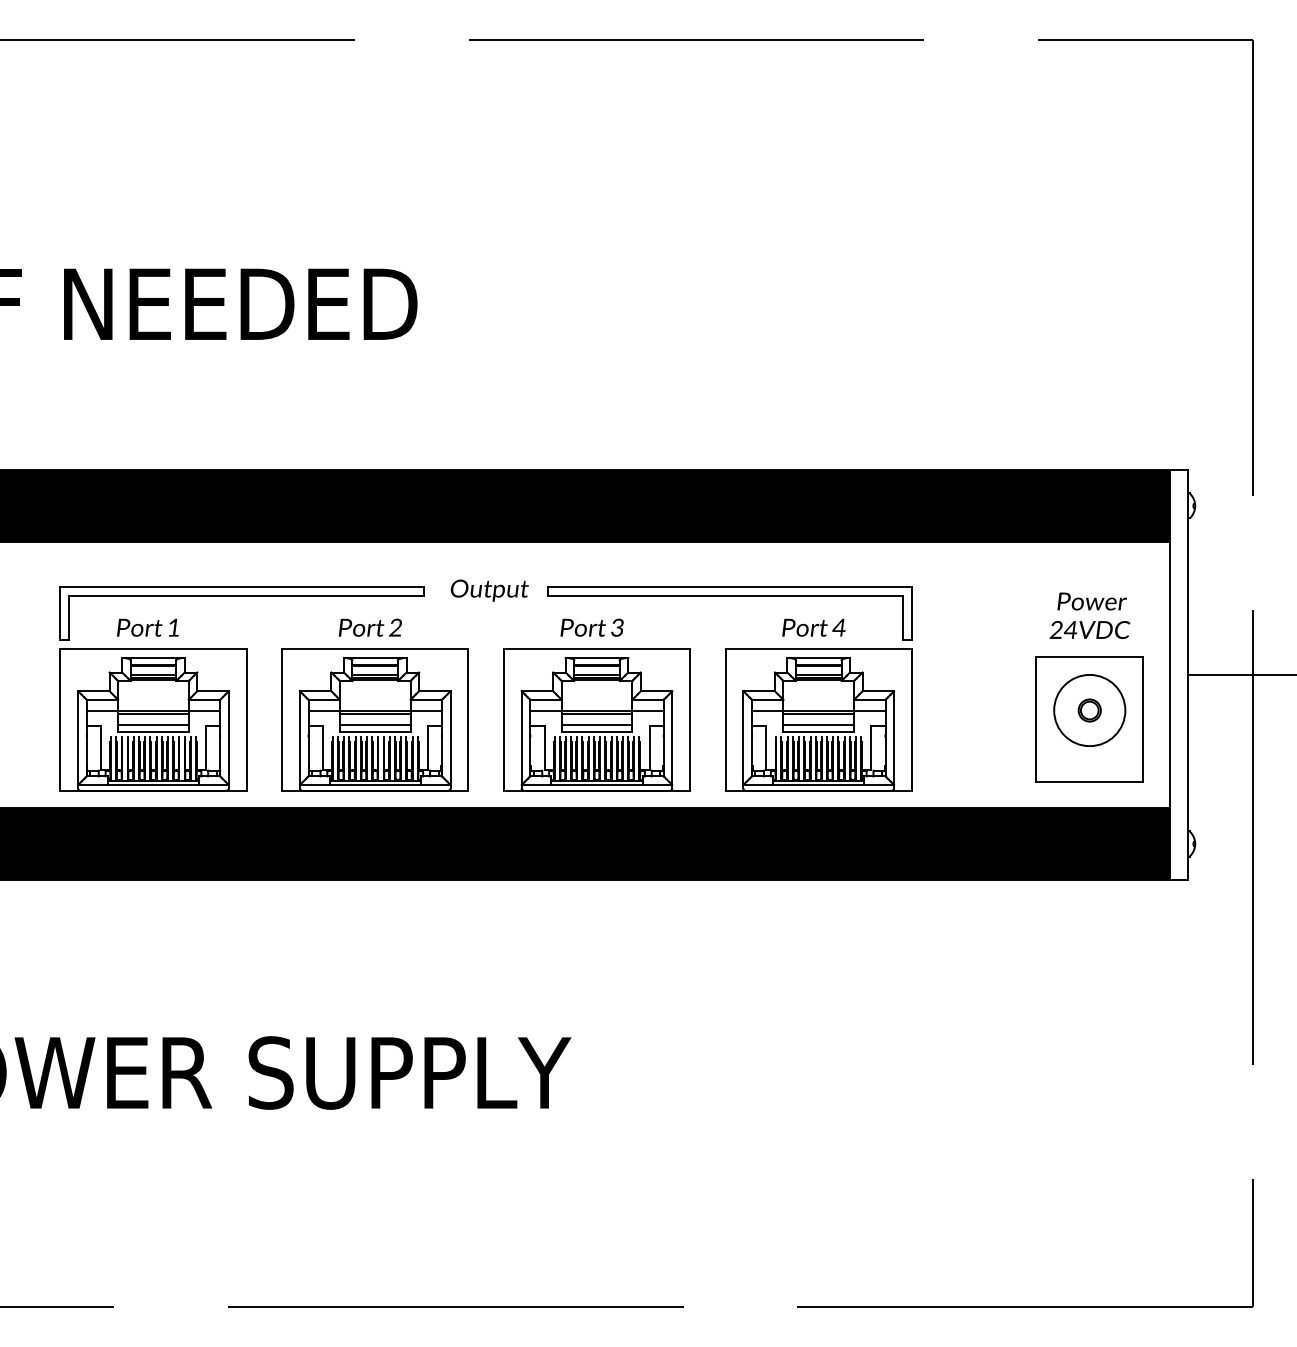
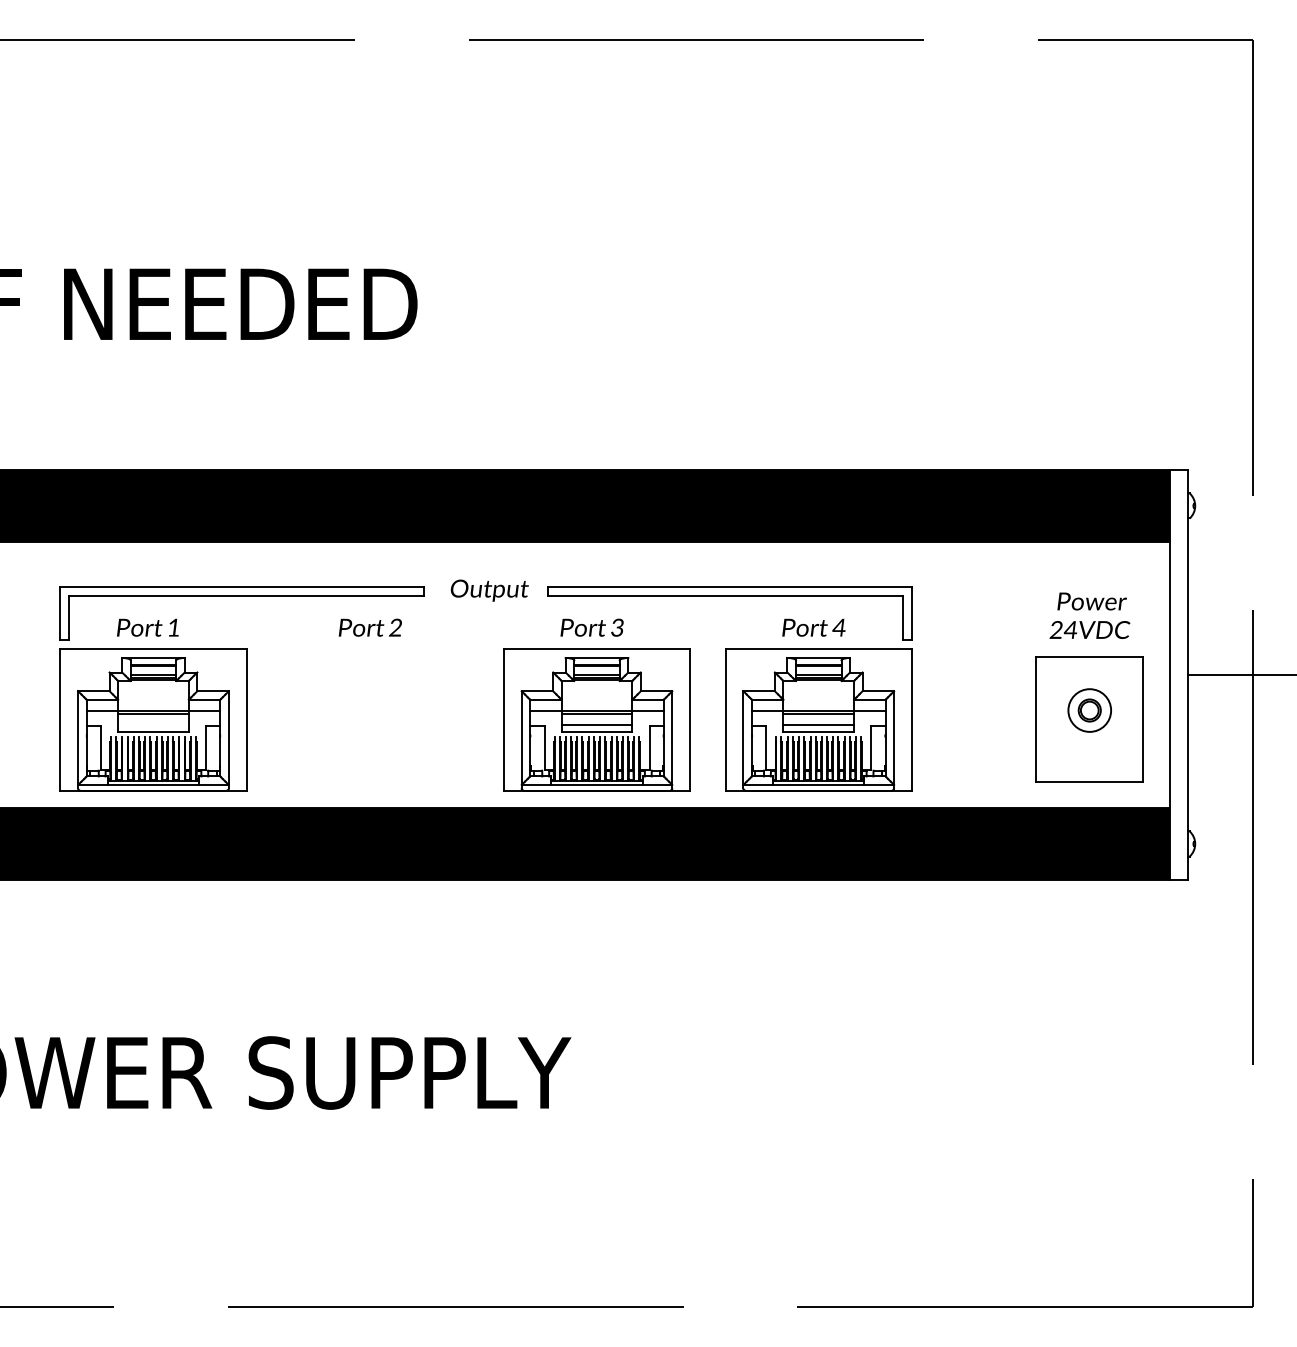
circle at (1089, 710) diameter: 71 px -> 43 px
part at (374, 719): present -> none
line at (153, 724): present -> none
